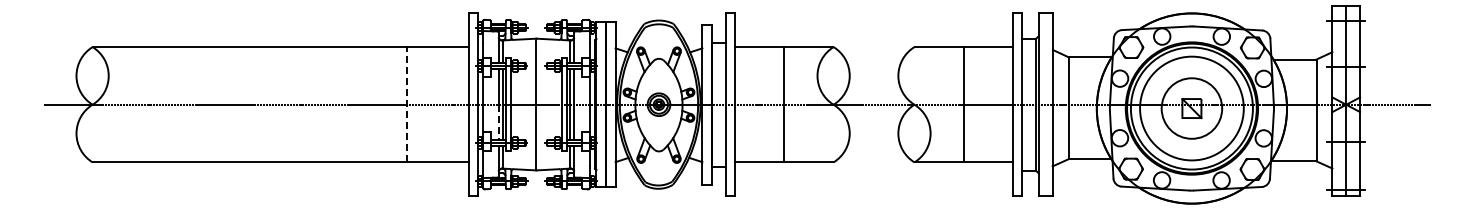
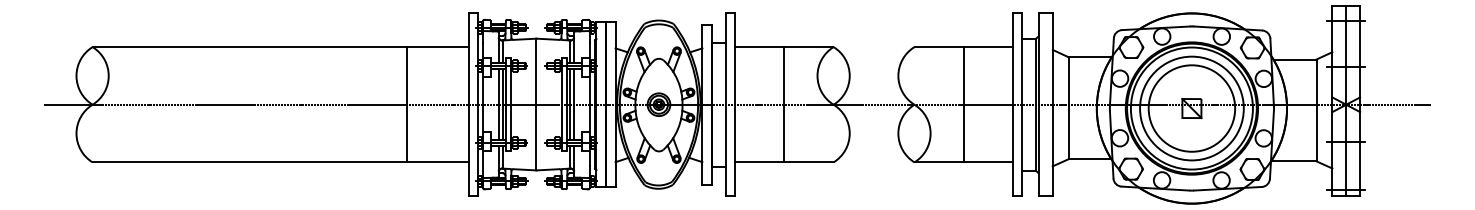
line at (407, 104): dashed -> solid
circle at (1191, 108) diameter: 61 px -> 86 px
line at (498, 122): dashed -> solid
